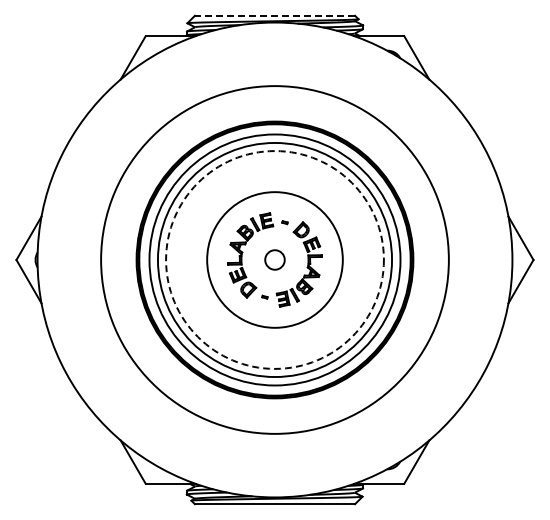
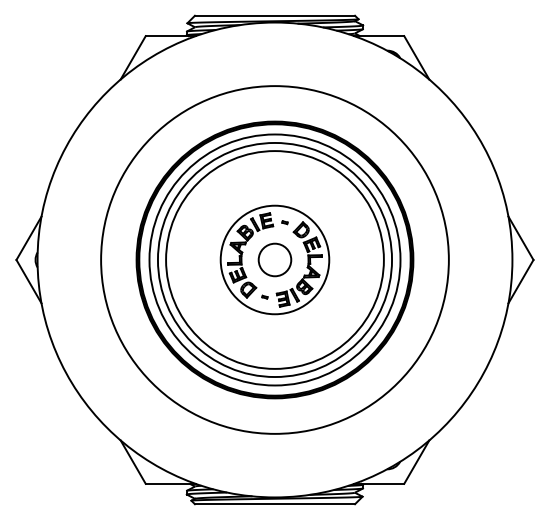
line at (274, 15): dashed -> solid
circle at (274, 259) diameter: 136 px -> 109 px
circle at (274, 259) diameter: 20 px -> 33 px
circle at (274, 259): dashed -> solid
